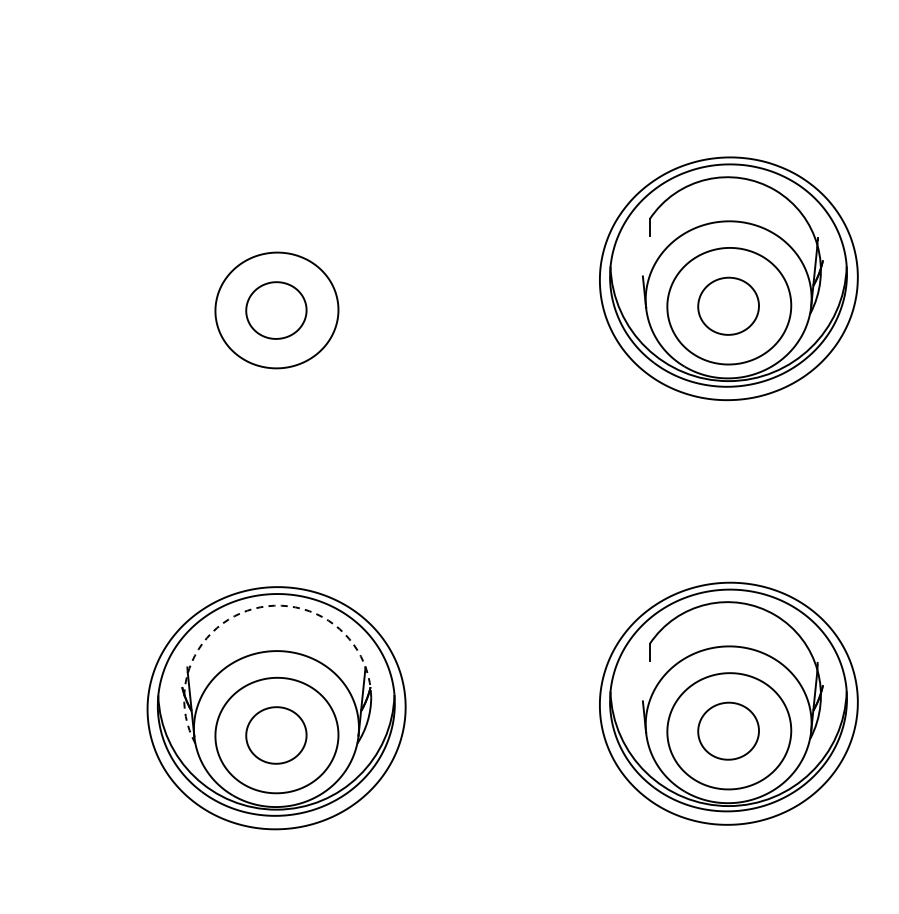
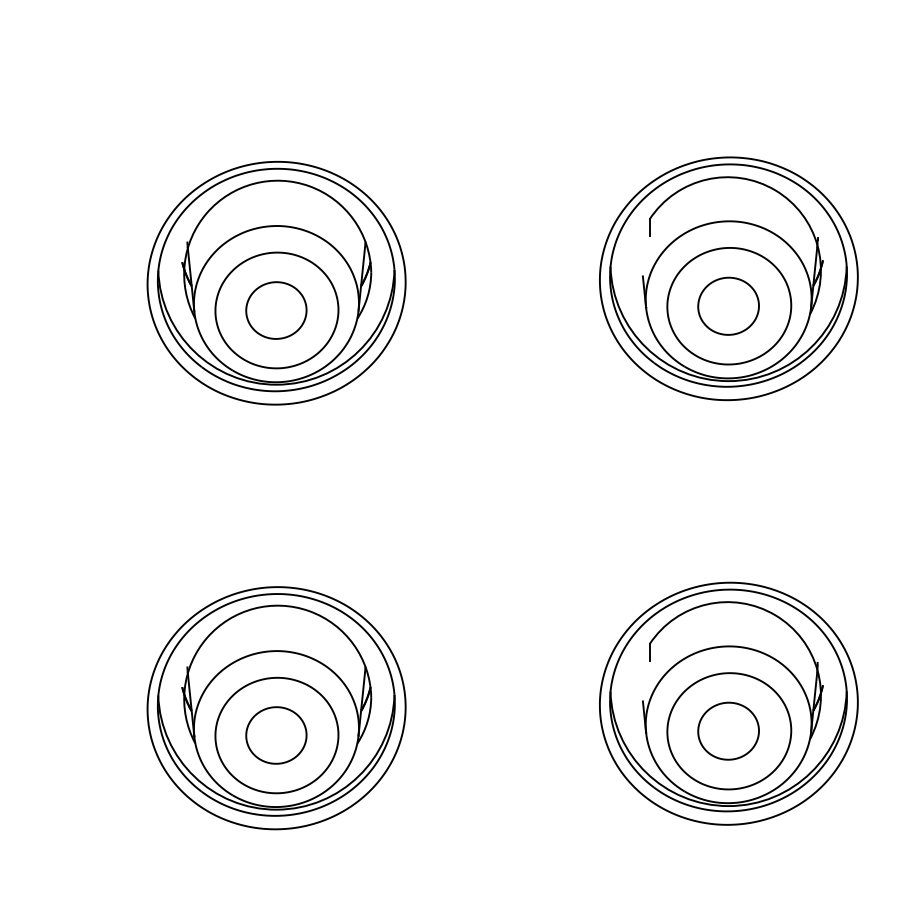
part at (276, 282): none -> present
arc at (253, 608): dashed -> solid
